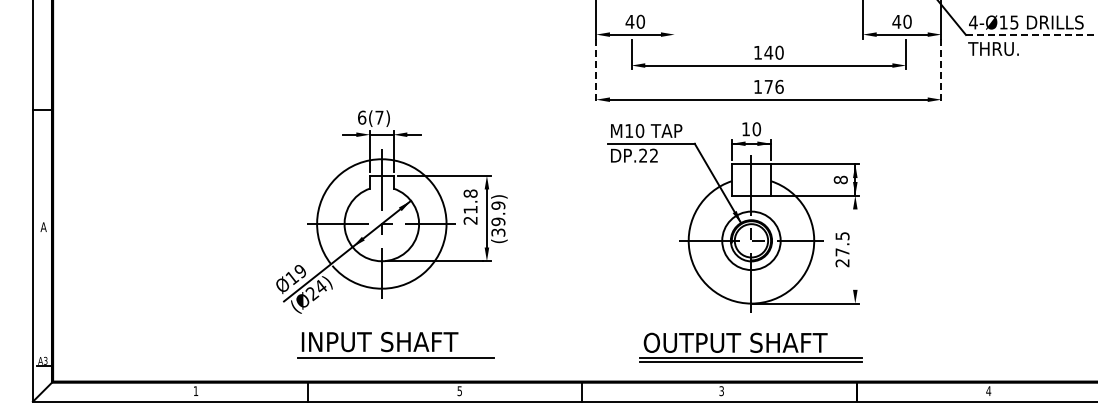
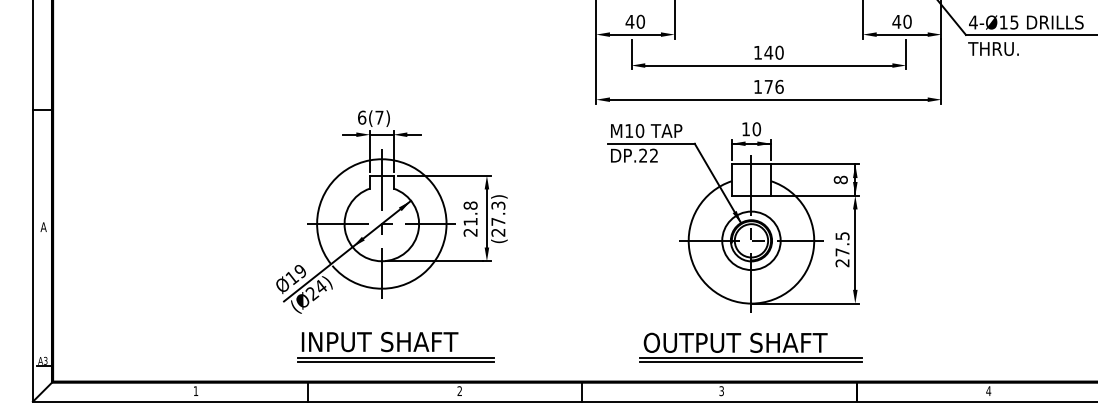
line at (674, 20): none -> present
line at (1031, 34): dashed -> solid
line at (596, 71): dashed -> solid
line at (941, 71): dashed -> solid
text at (470, 206) position: (470, 206) -> (470, 218)
text at (498, 218): (39.9) -> (27.3)
line at (855, 249): none -> present
line at (395, 361): none -> present
text at (459, 391): 5 -> 2
